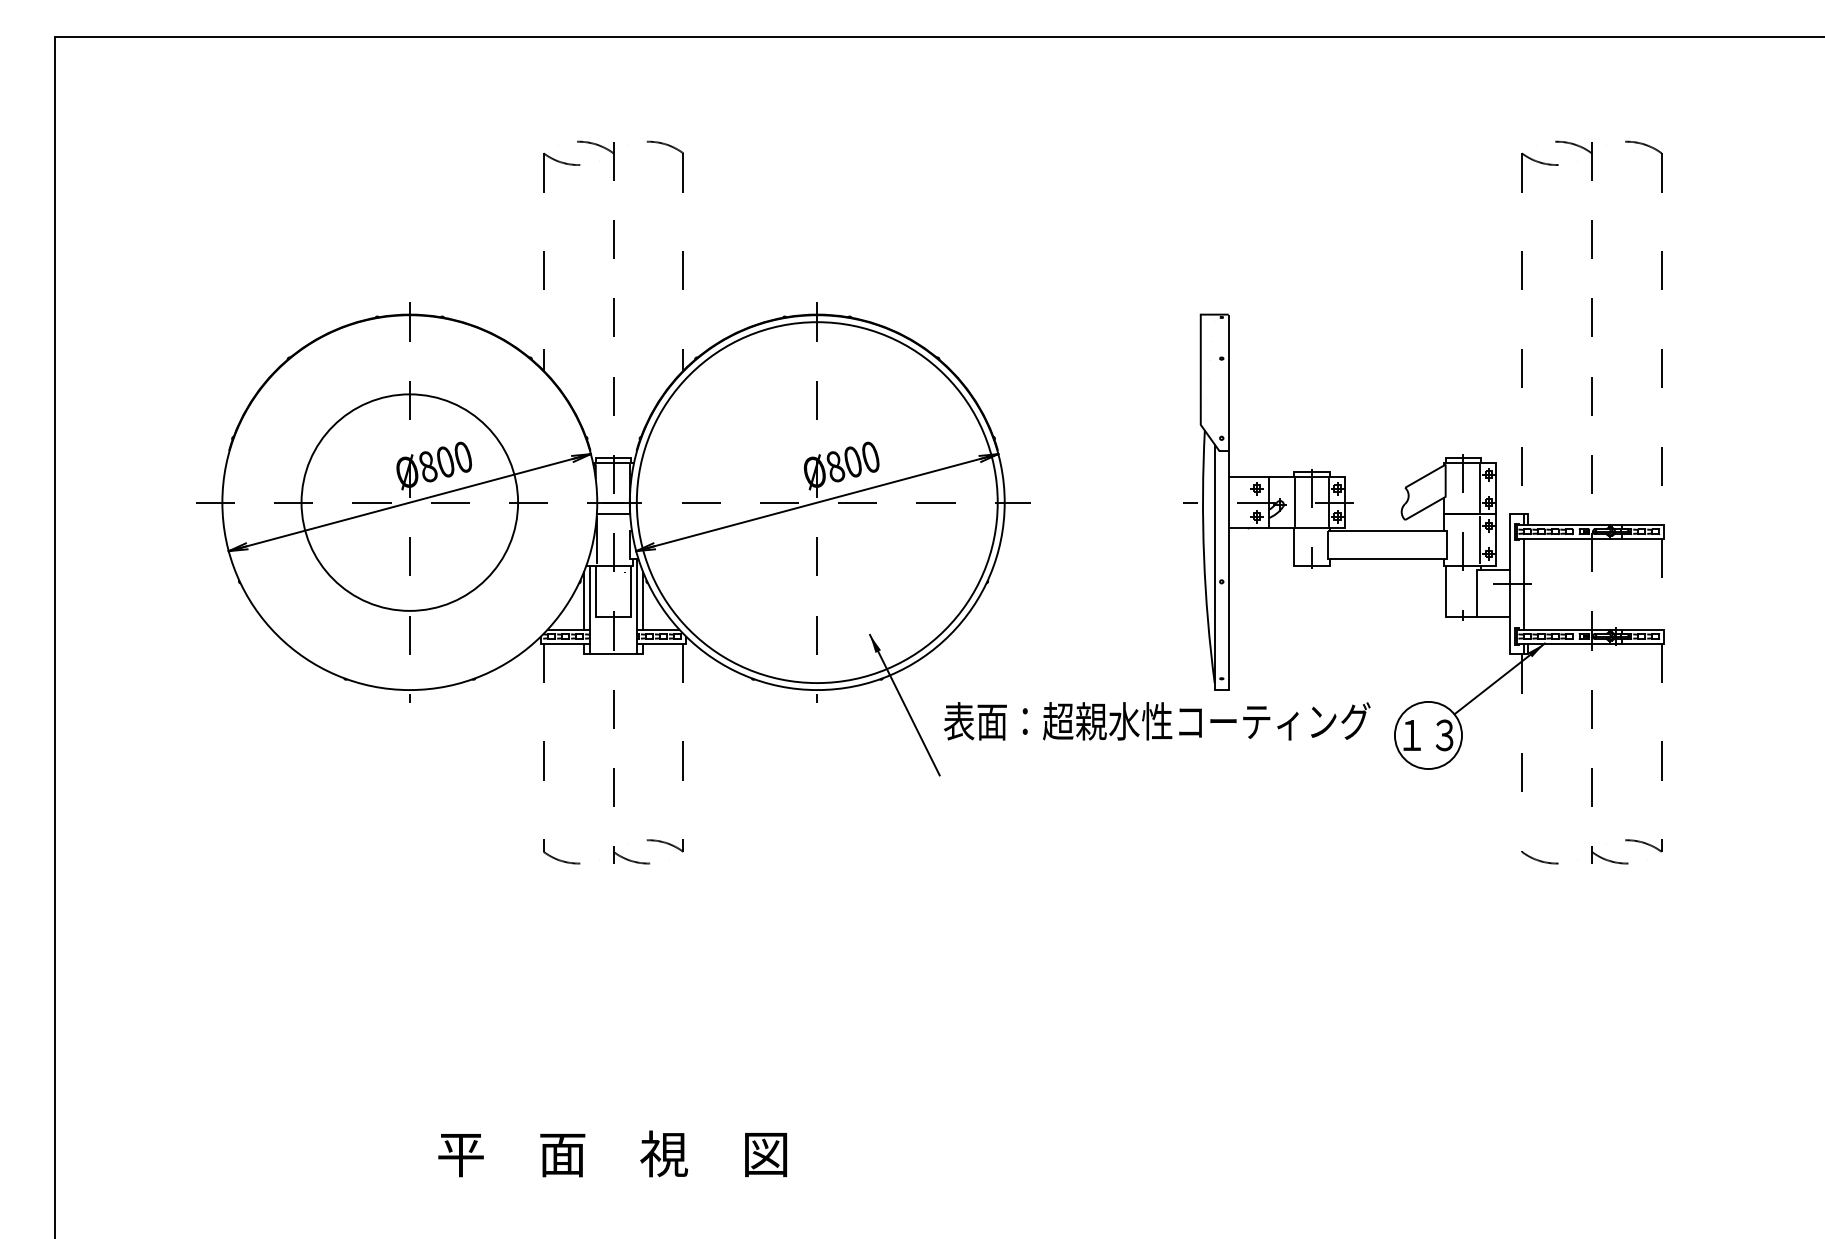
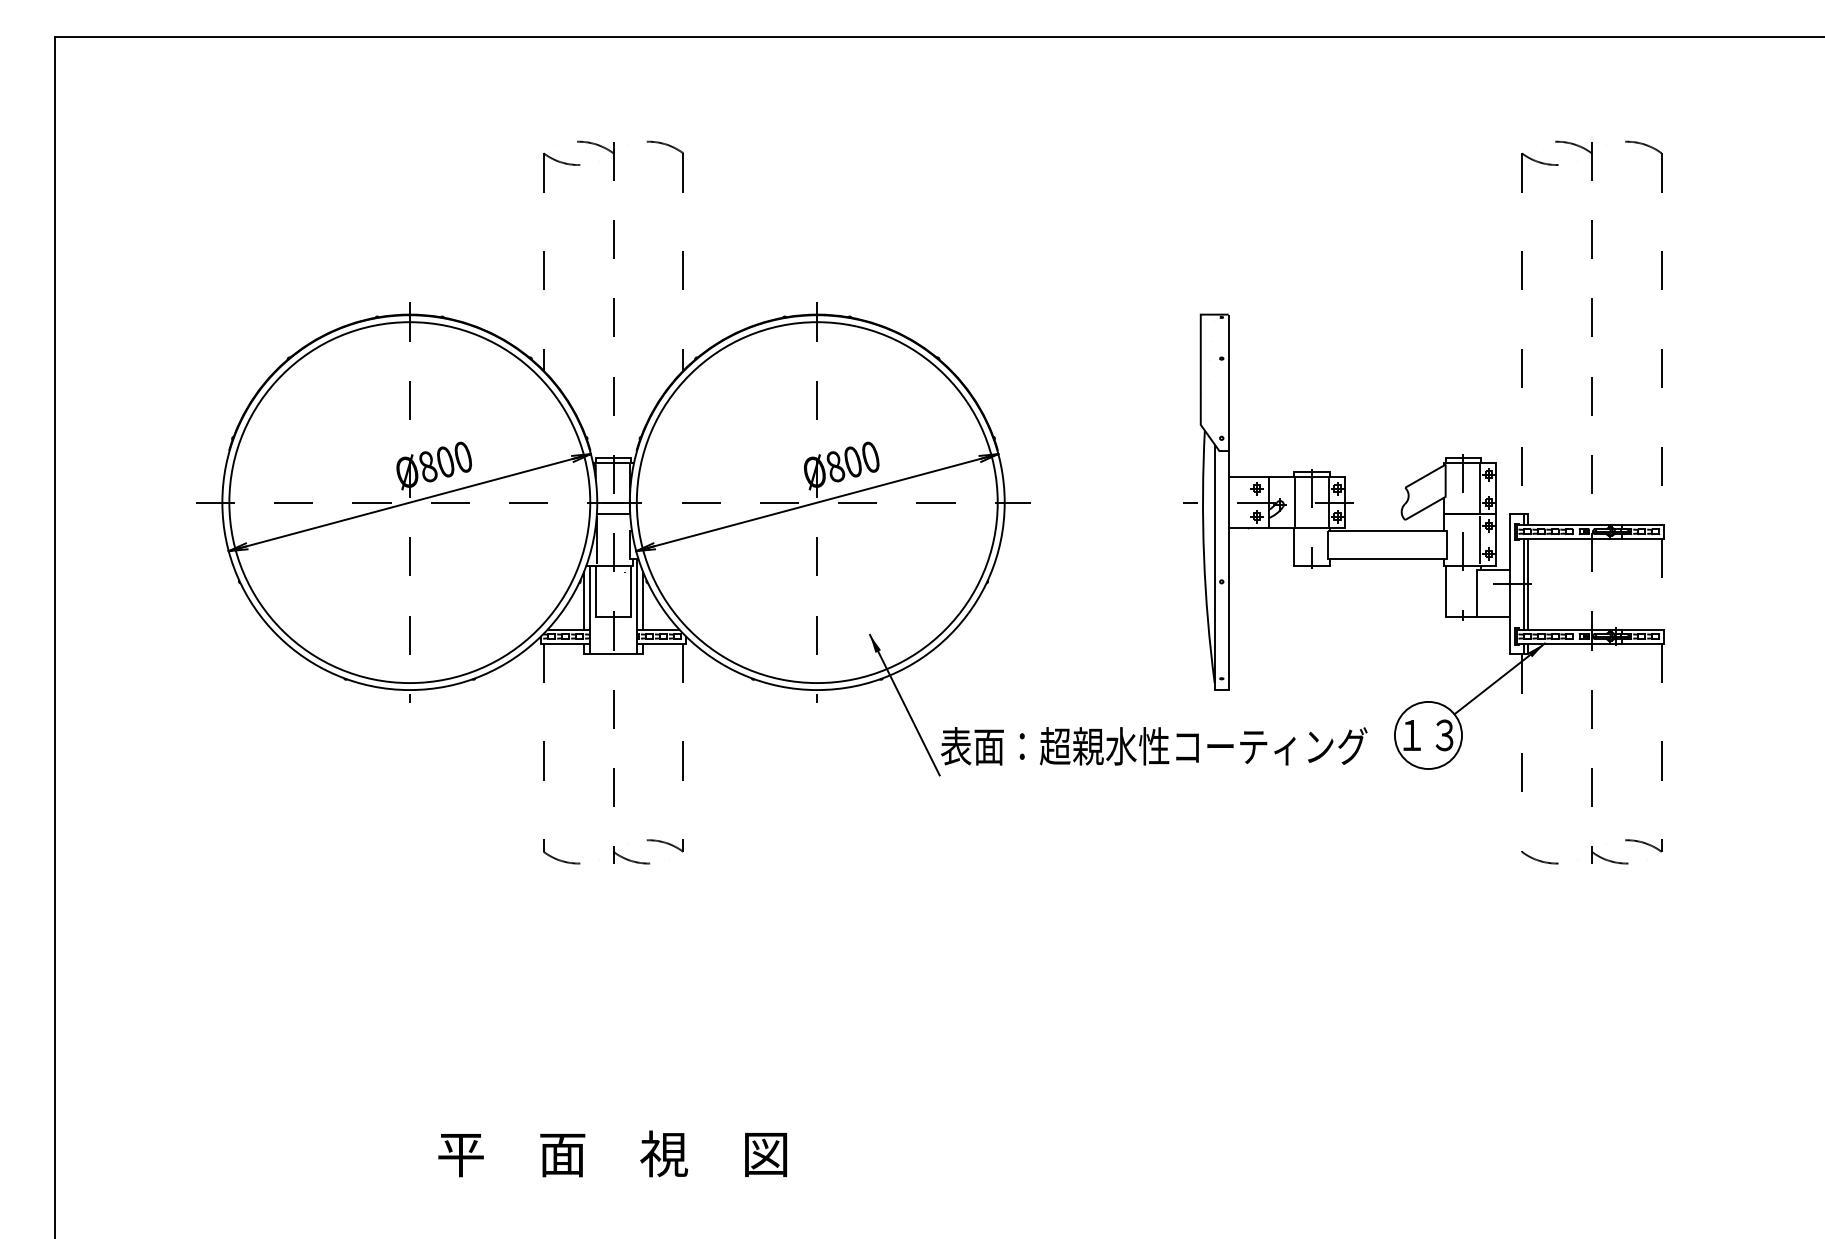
circle at (409, 502) diameter: 217 px -> 361 px
line at (1527, 583): none -> present
text at (1157, 721) position: (1157, 721) -> (1154, 746)
